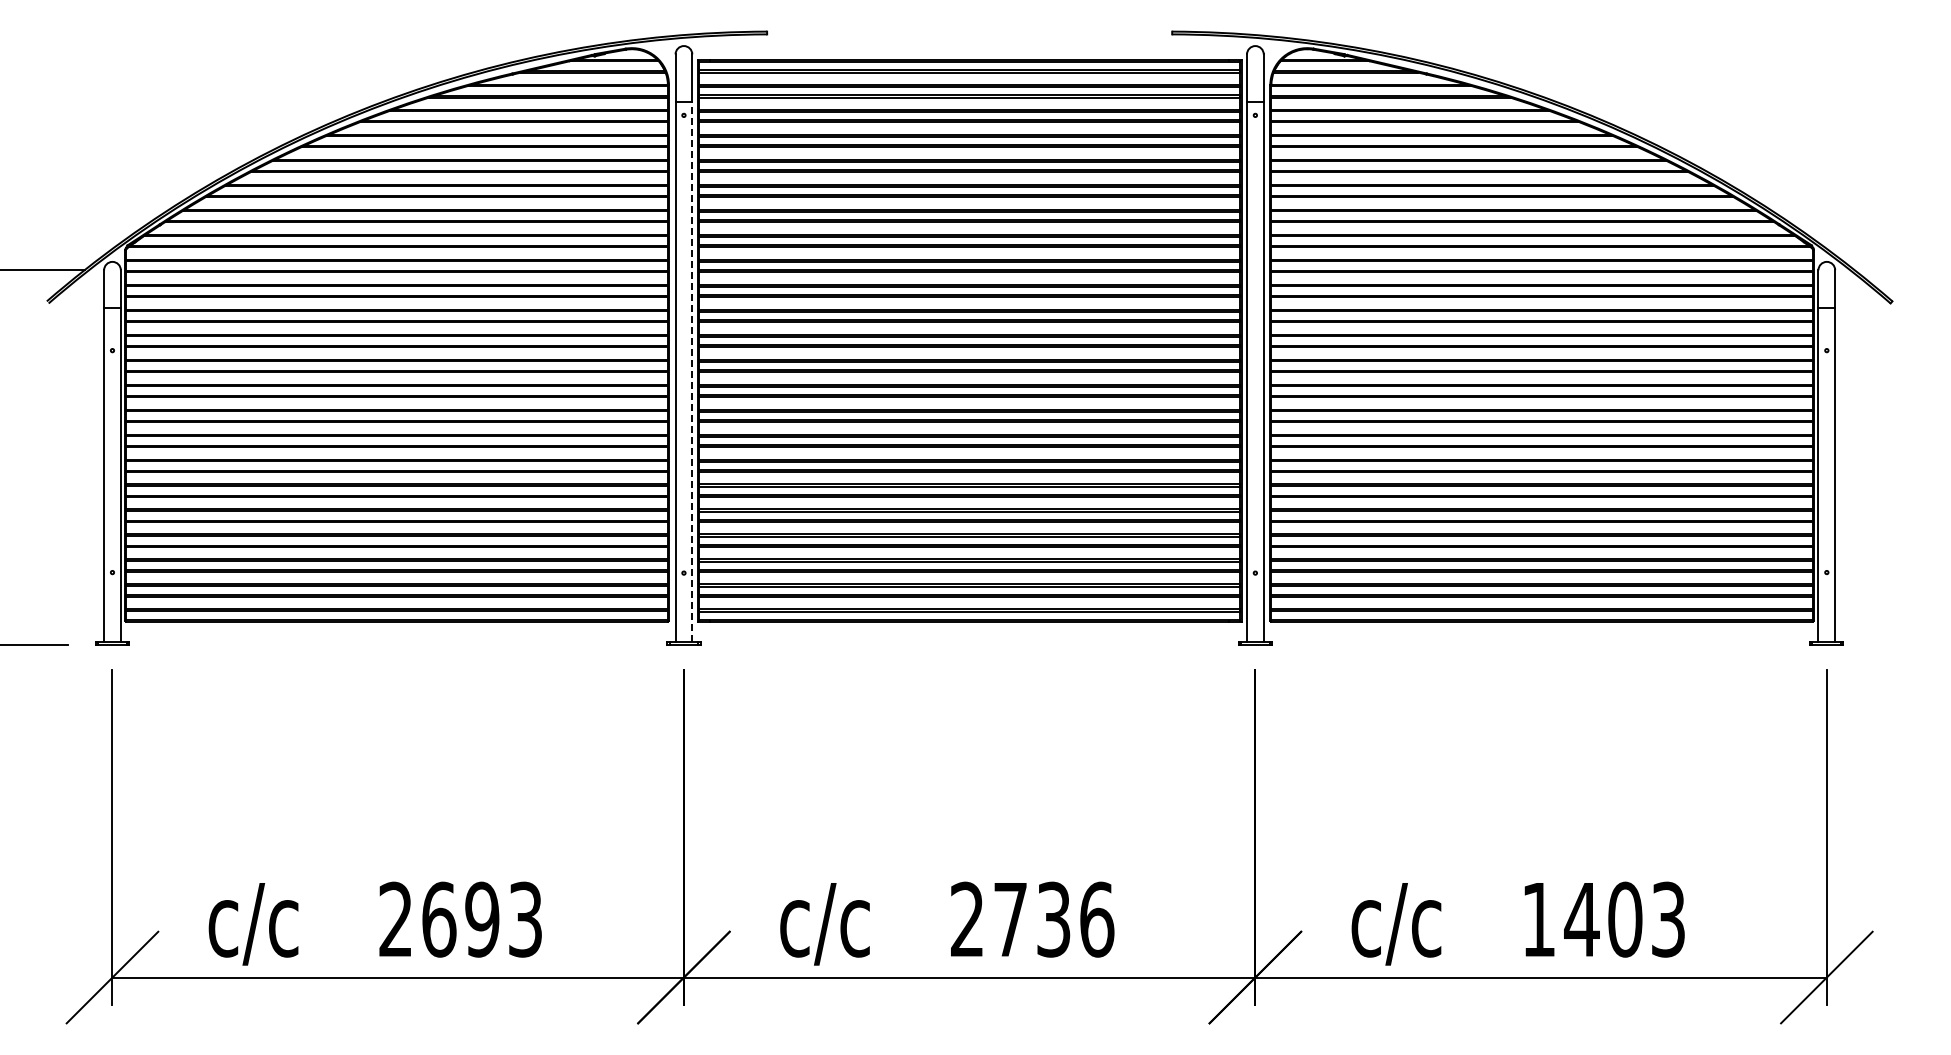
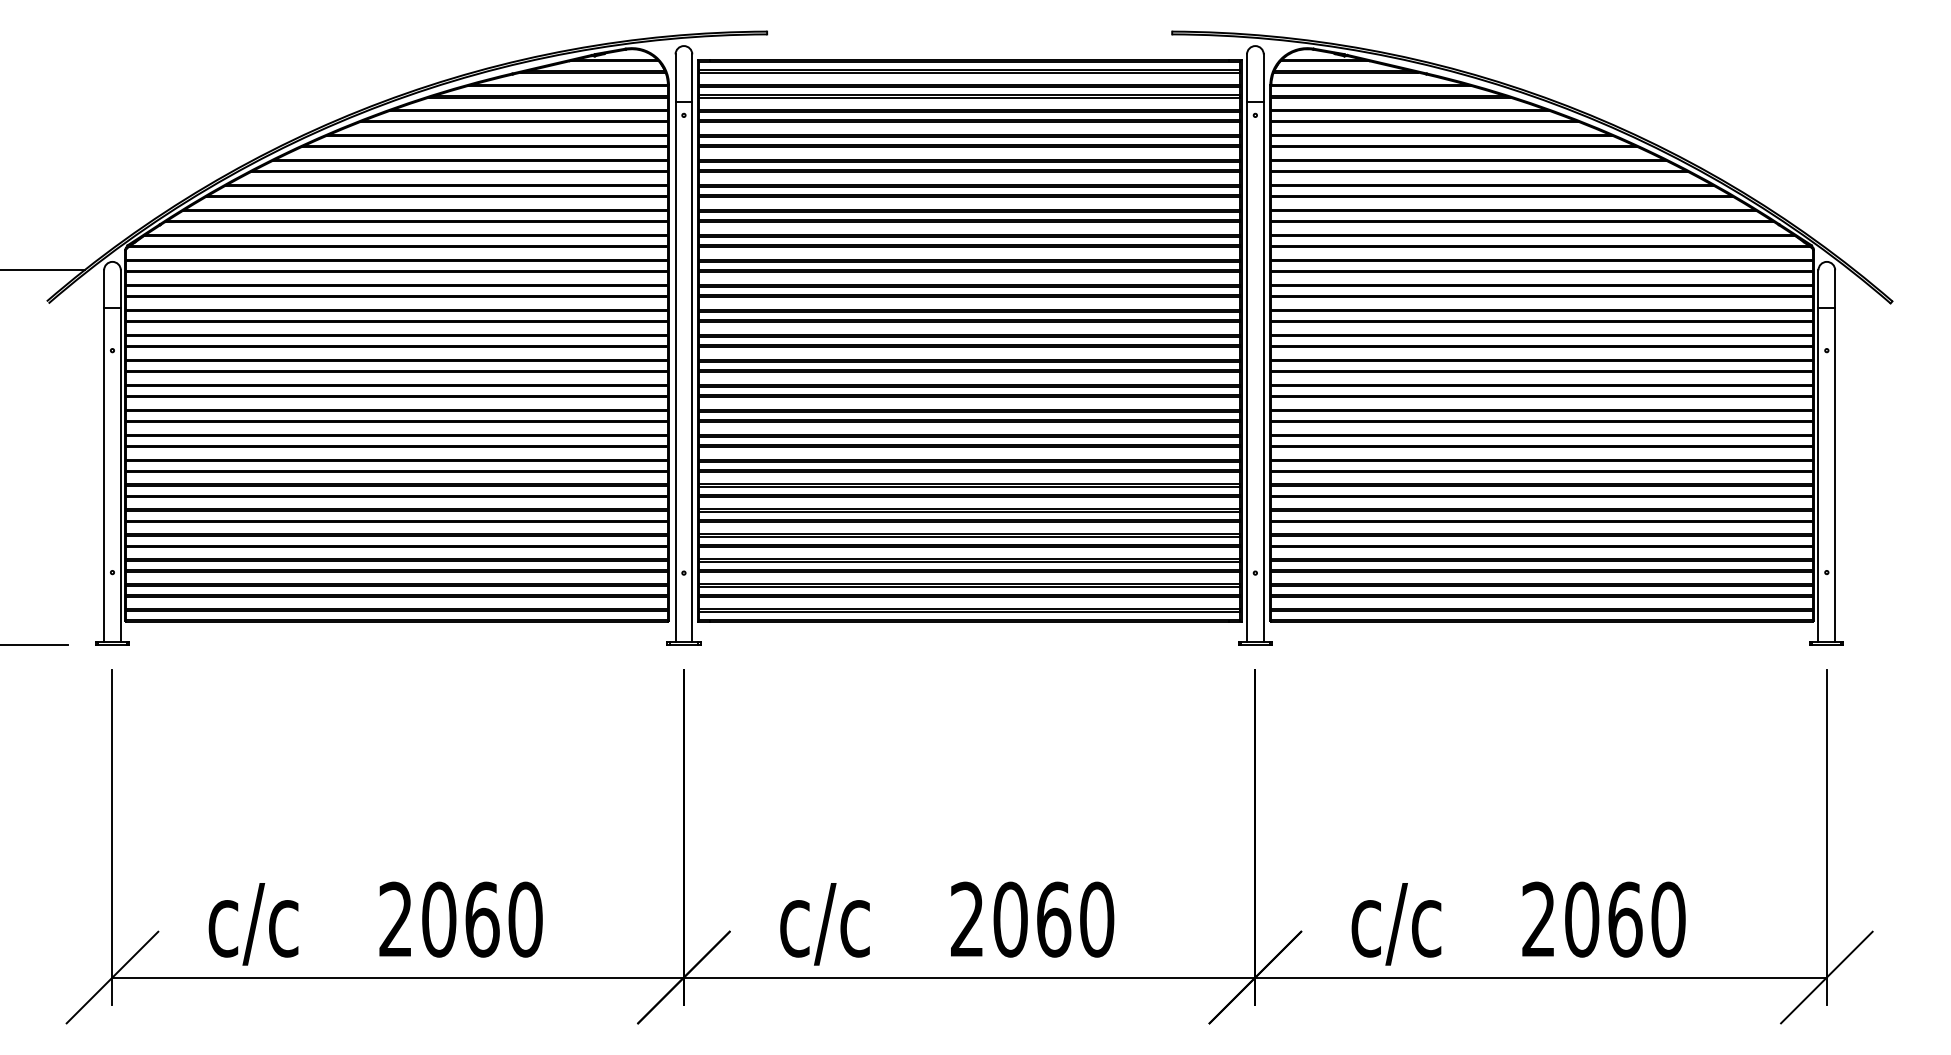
line at (692, 371): dashed -> solid
text at (482, 919): 2693 -> 2060
text at (1053, 919): 2736 -> 2060
text at (1603, 919): 1403 -> 2060
